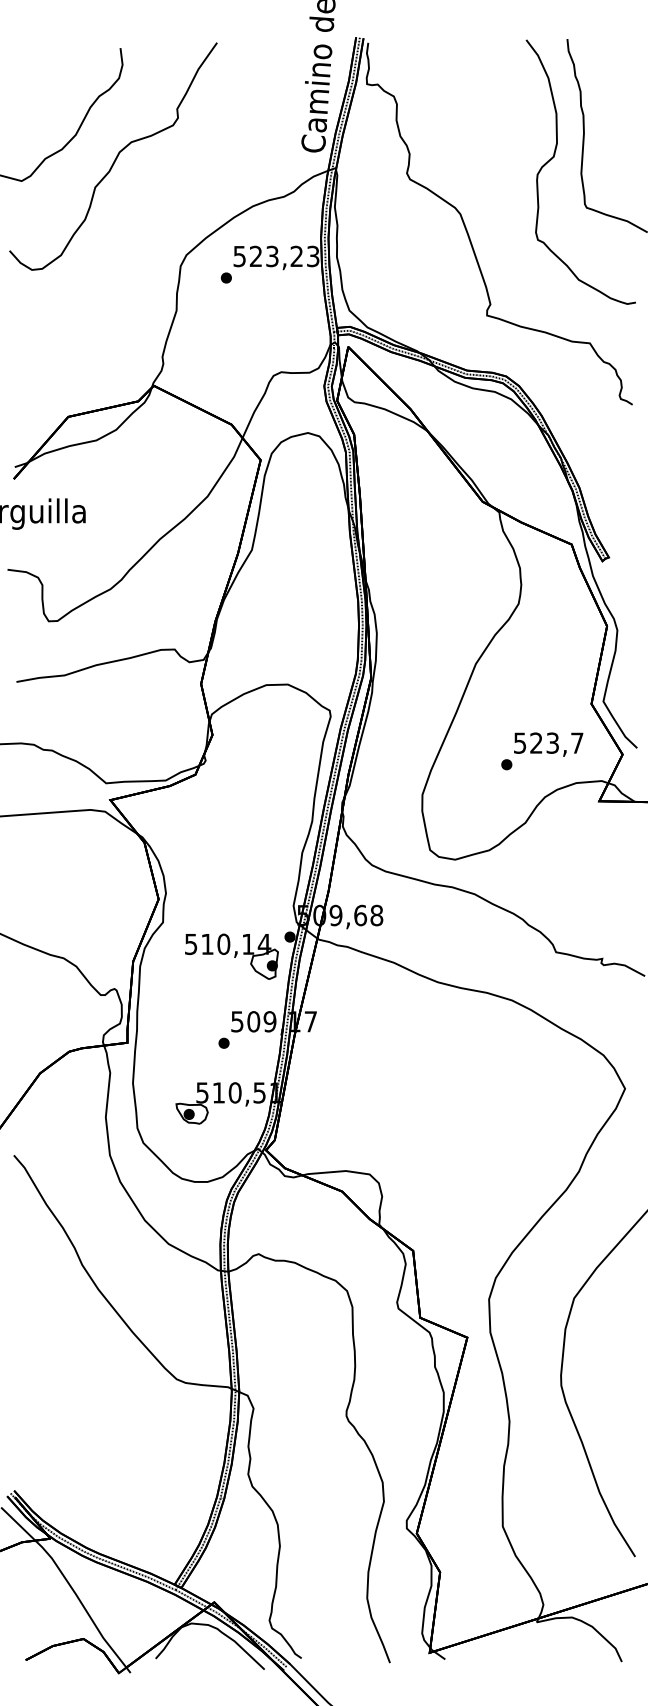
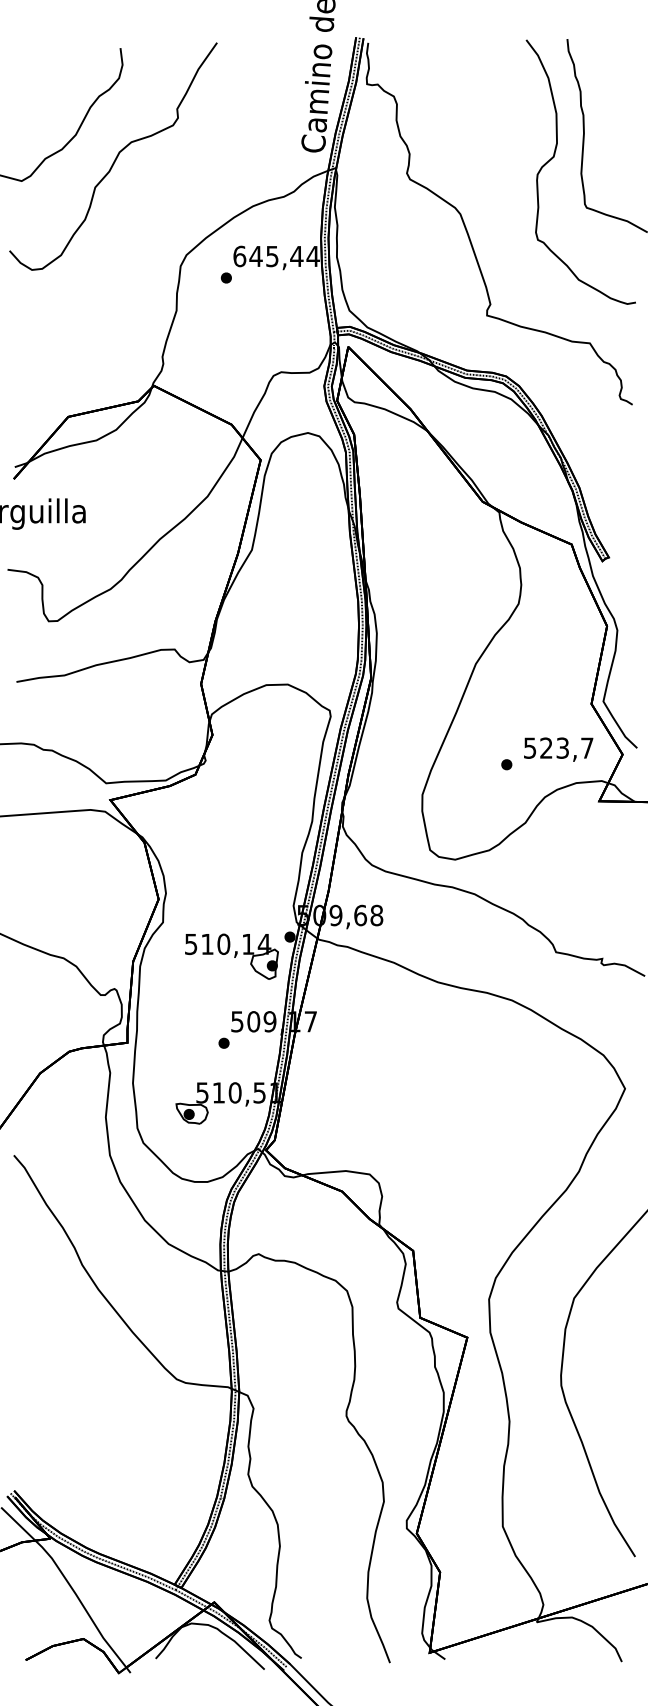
text at (276, 256): 523,23 -> 645,44
text at (548, 744) position: (548, 744) -> (558, 749)
